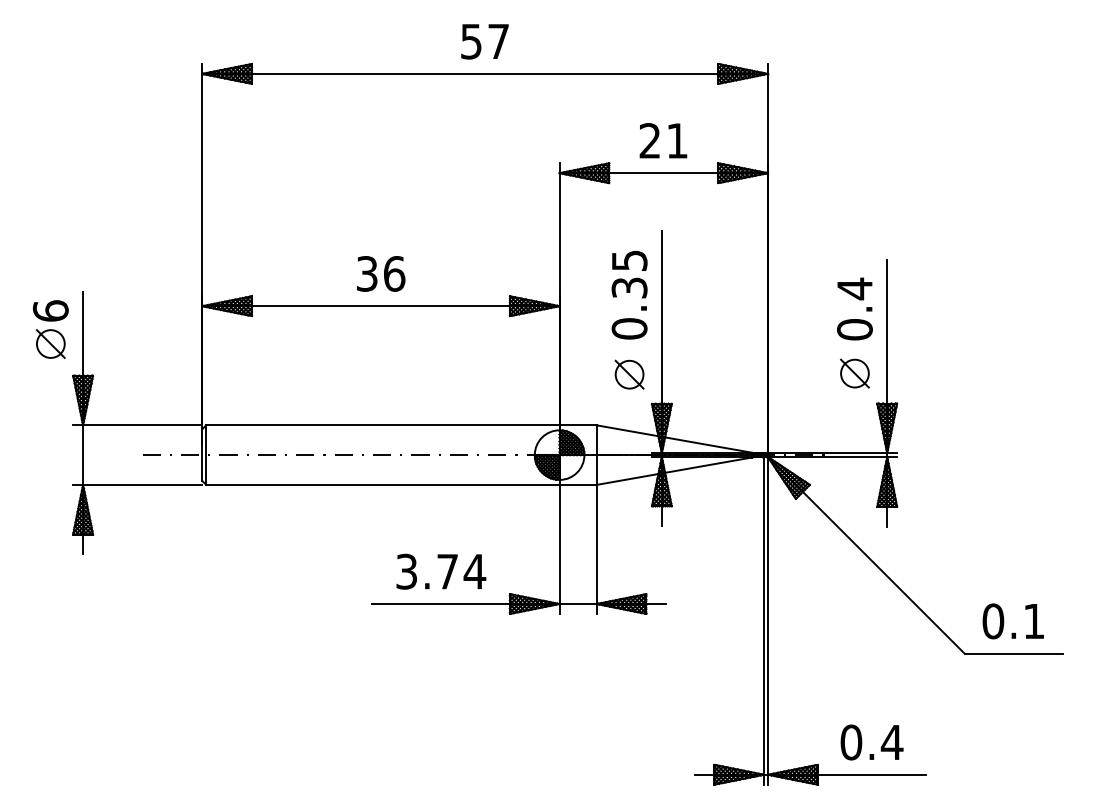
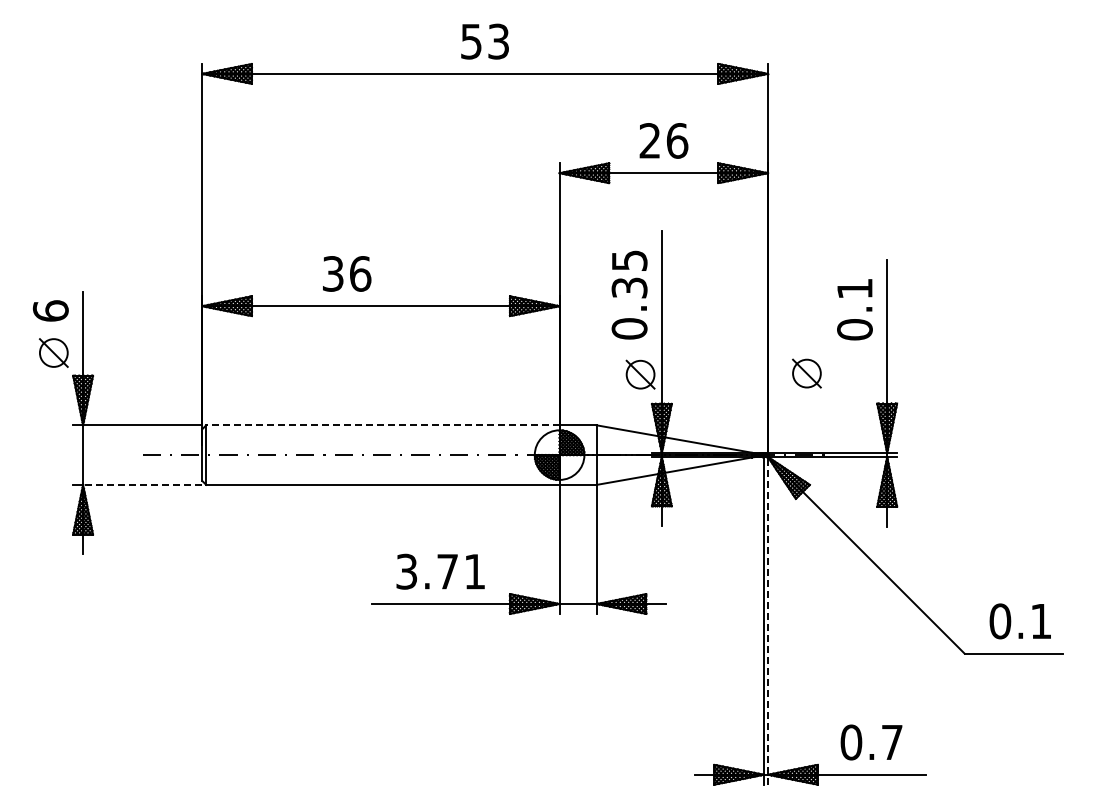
text at (498, 41): 57 -> 53
text at (677, 140): 21 -> 26
text at (381, 273) position: (381, 273) -> (347, 273)
text at (854, 288): 0.4 -> 0.1
part at (50, 343) position: (50, 343) -> (53, 352)
part at (854, 373) position: (854, 373) -> (806, 373)
part at (629, 374) position: (629, 374) -> (640, 374)
line at (382, 425): solid -> dashed
line at (142, 484): solid -> dashed
text at (474, 571): 3.74 -> 3.71
line at (768, 619): solid -> dashed
text at (1012, 621) position: (1012, 621) -> (1019, 621)
text at (891, 742): 0.4 -> 0.7
